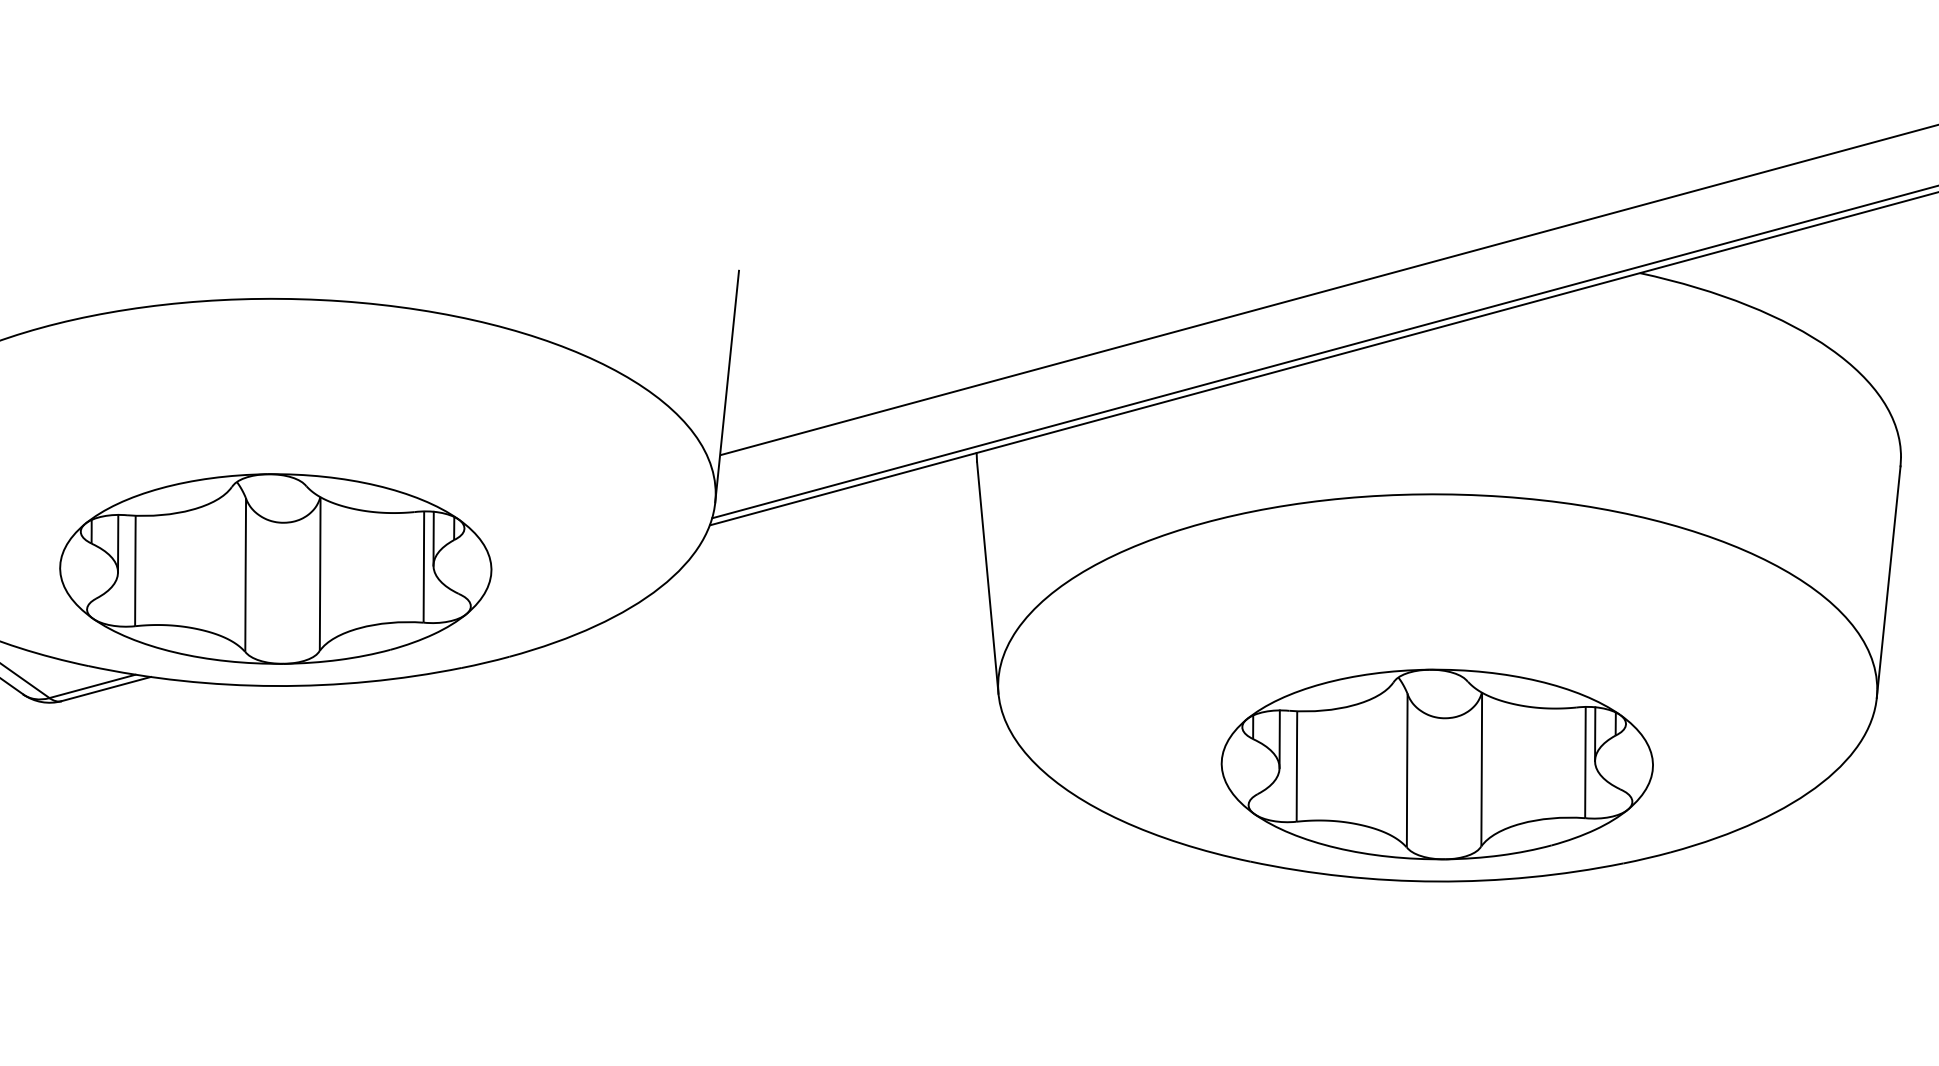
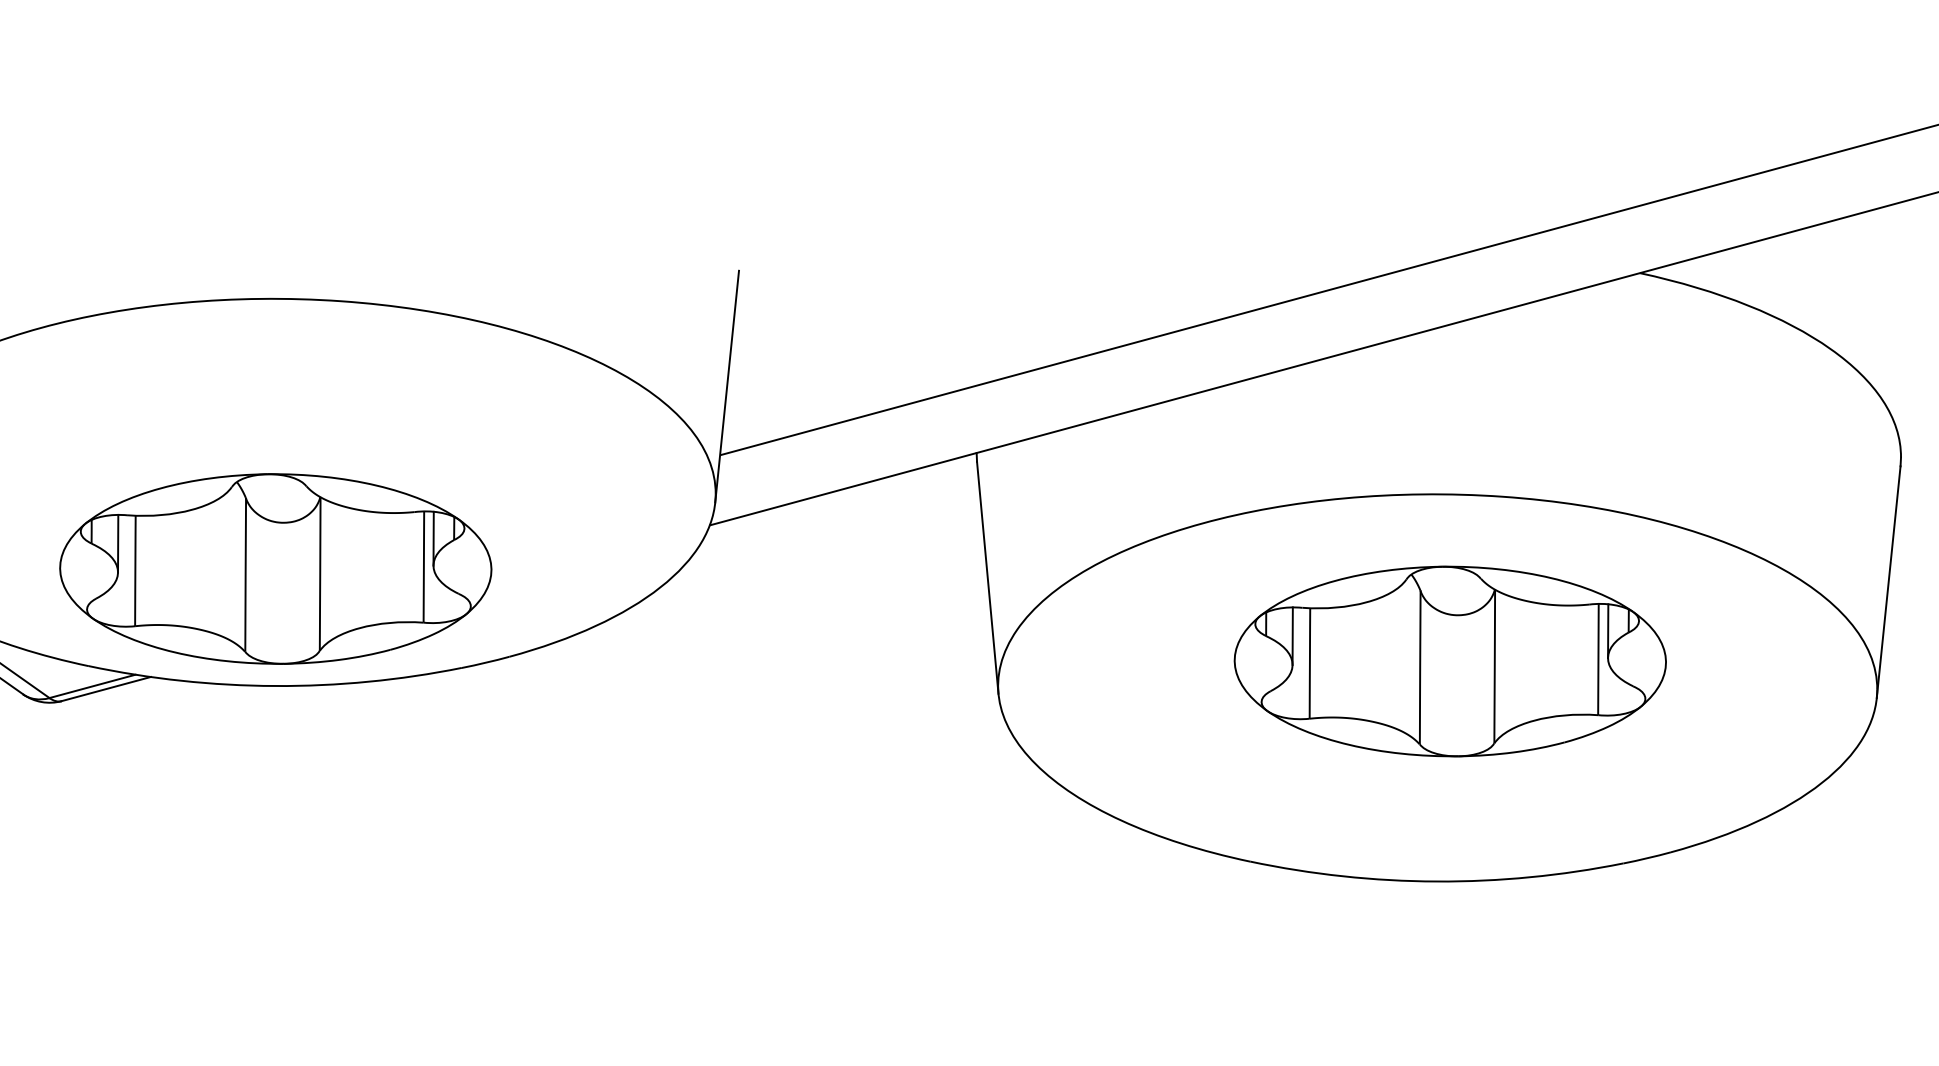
line at (1323, 352): present -> none
part at (1436, 764) position: (1436, 764) -> (1449, 661)
